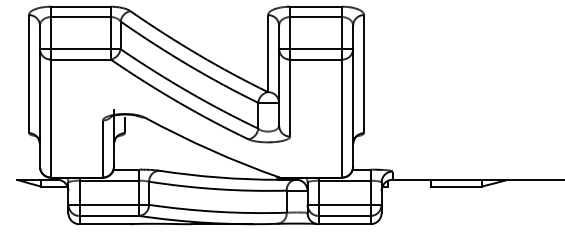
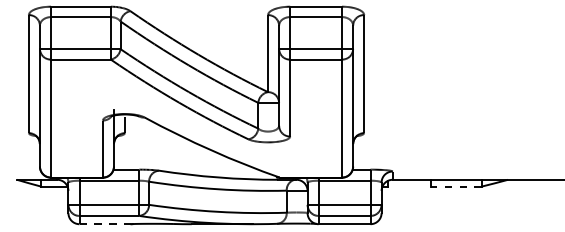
line at (456, 186): solid -> dashed
line at (105, 224): solid -> dashed
